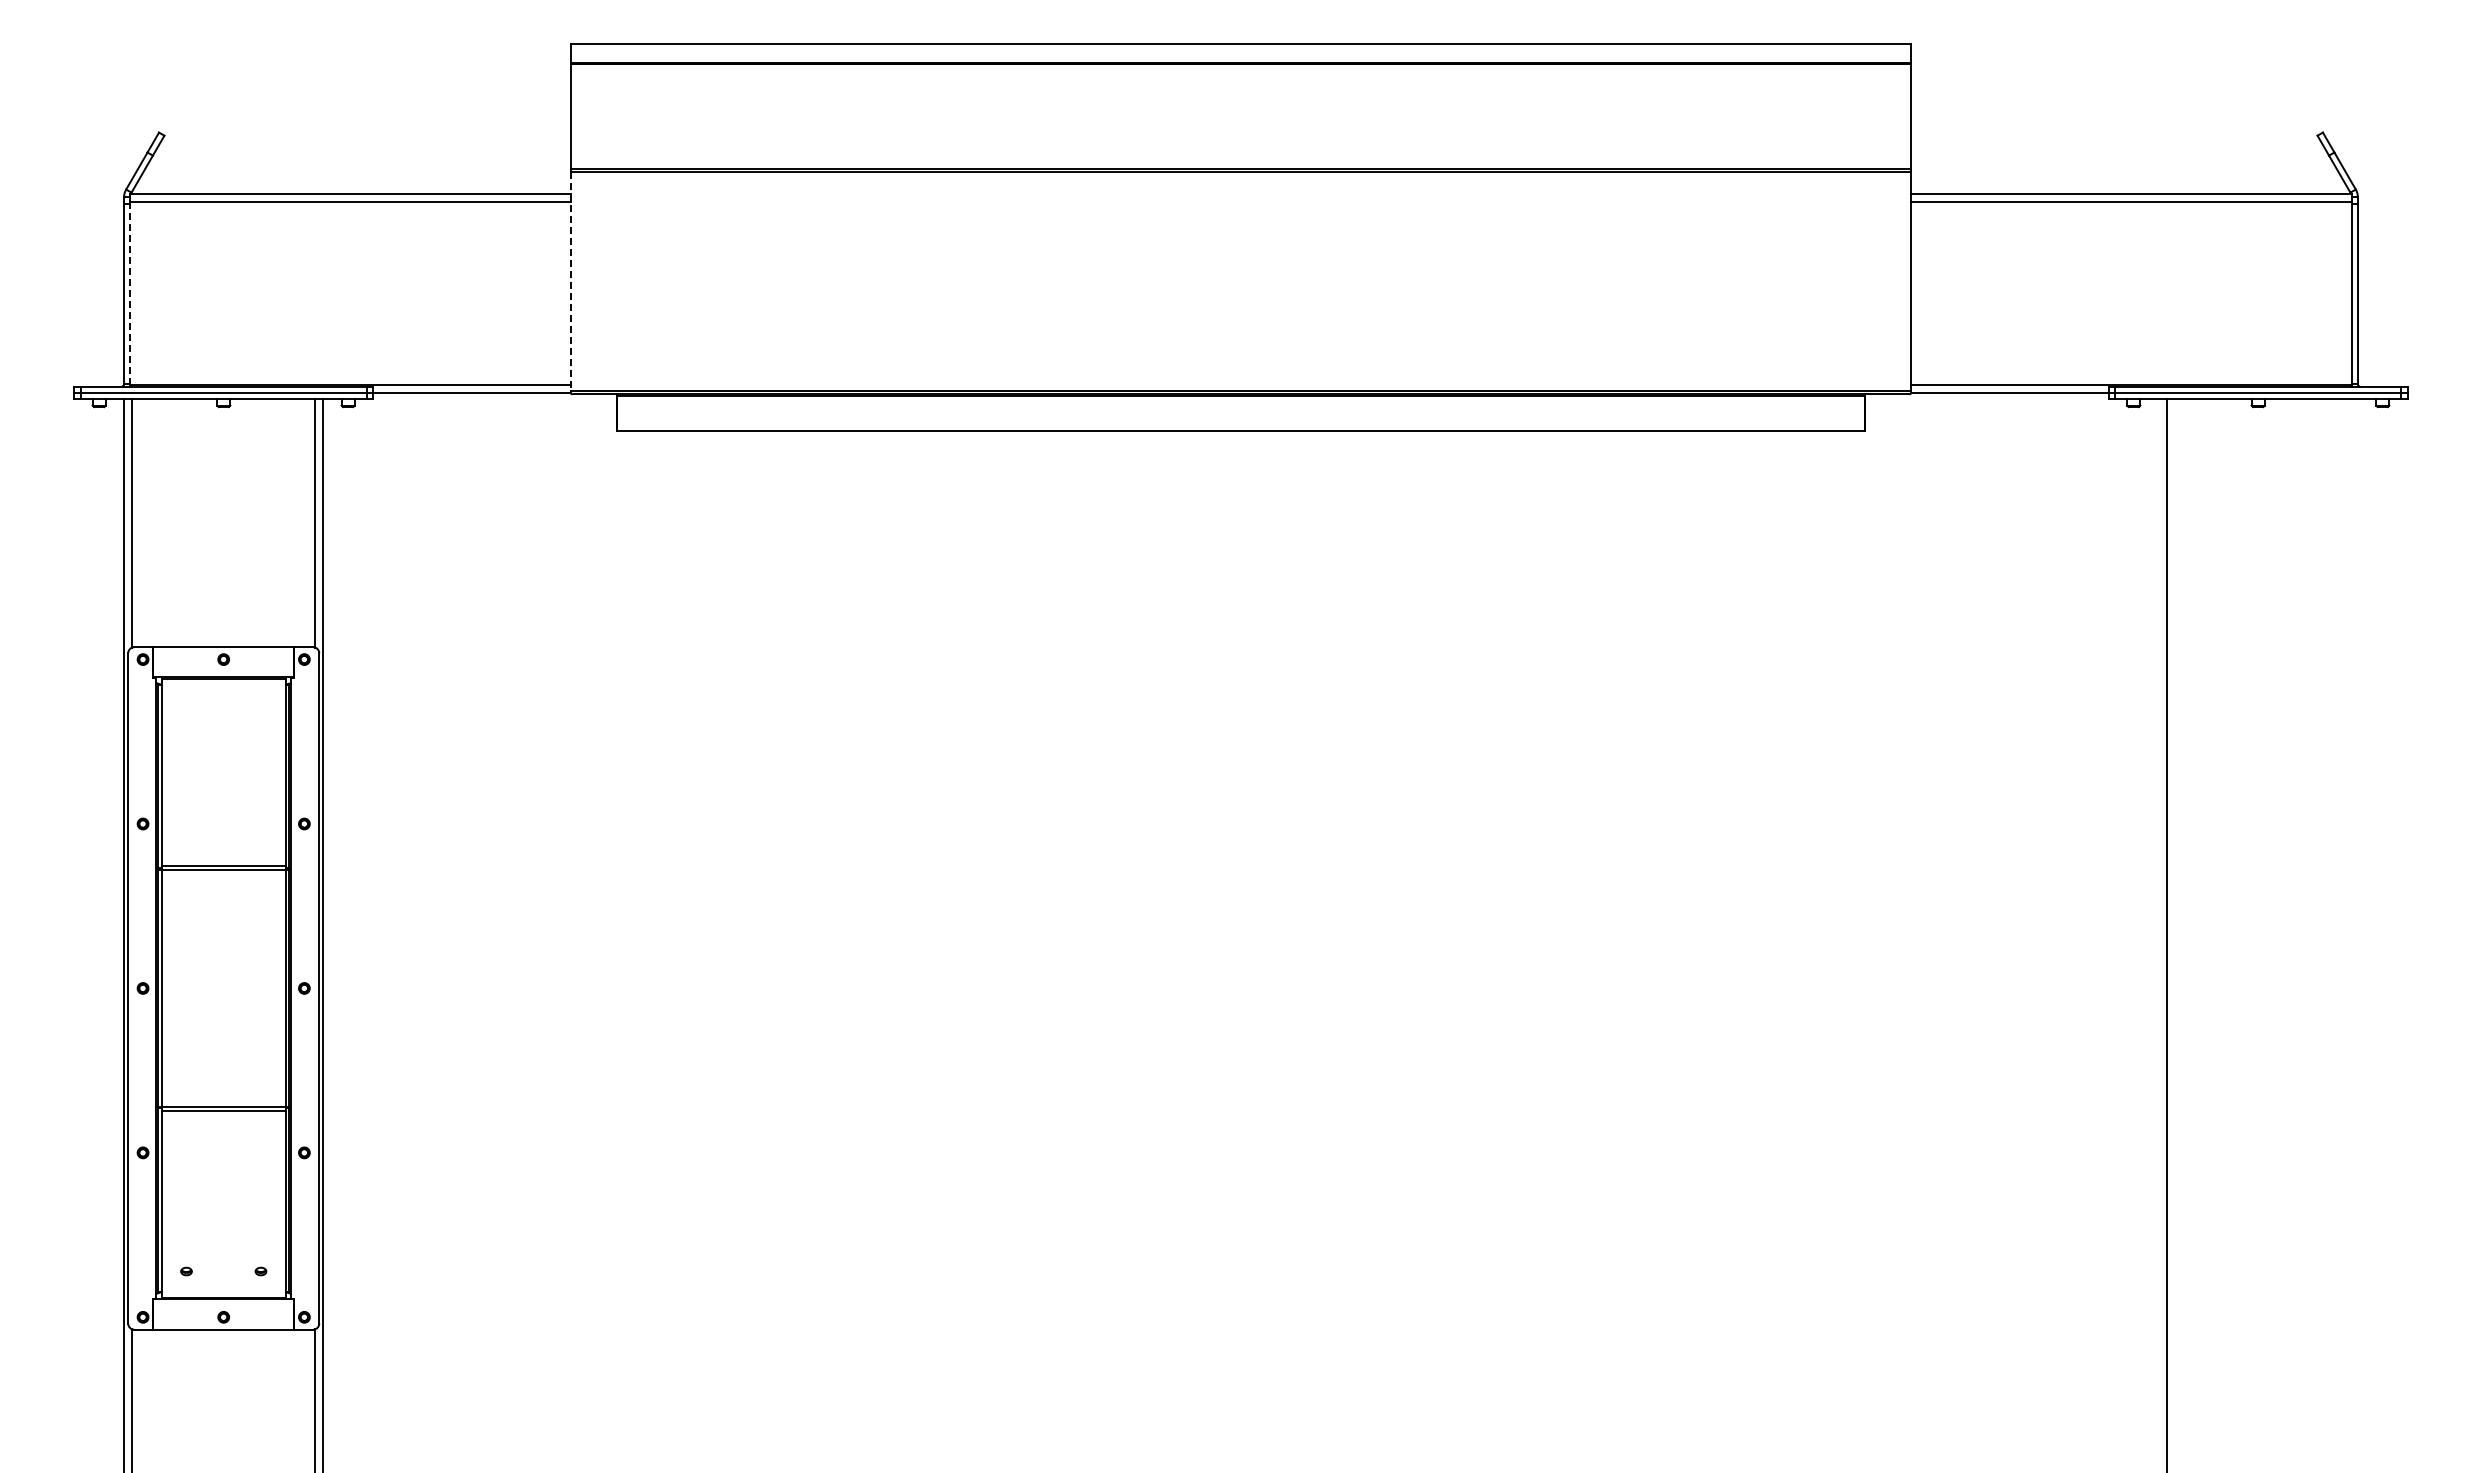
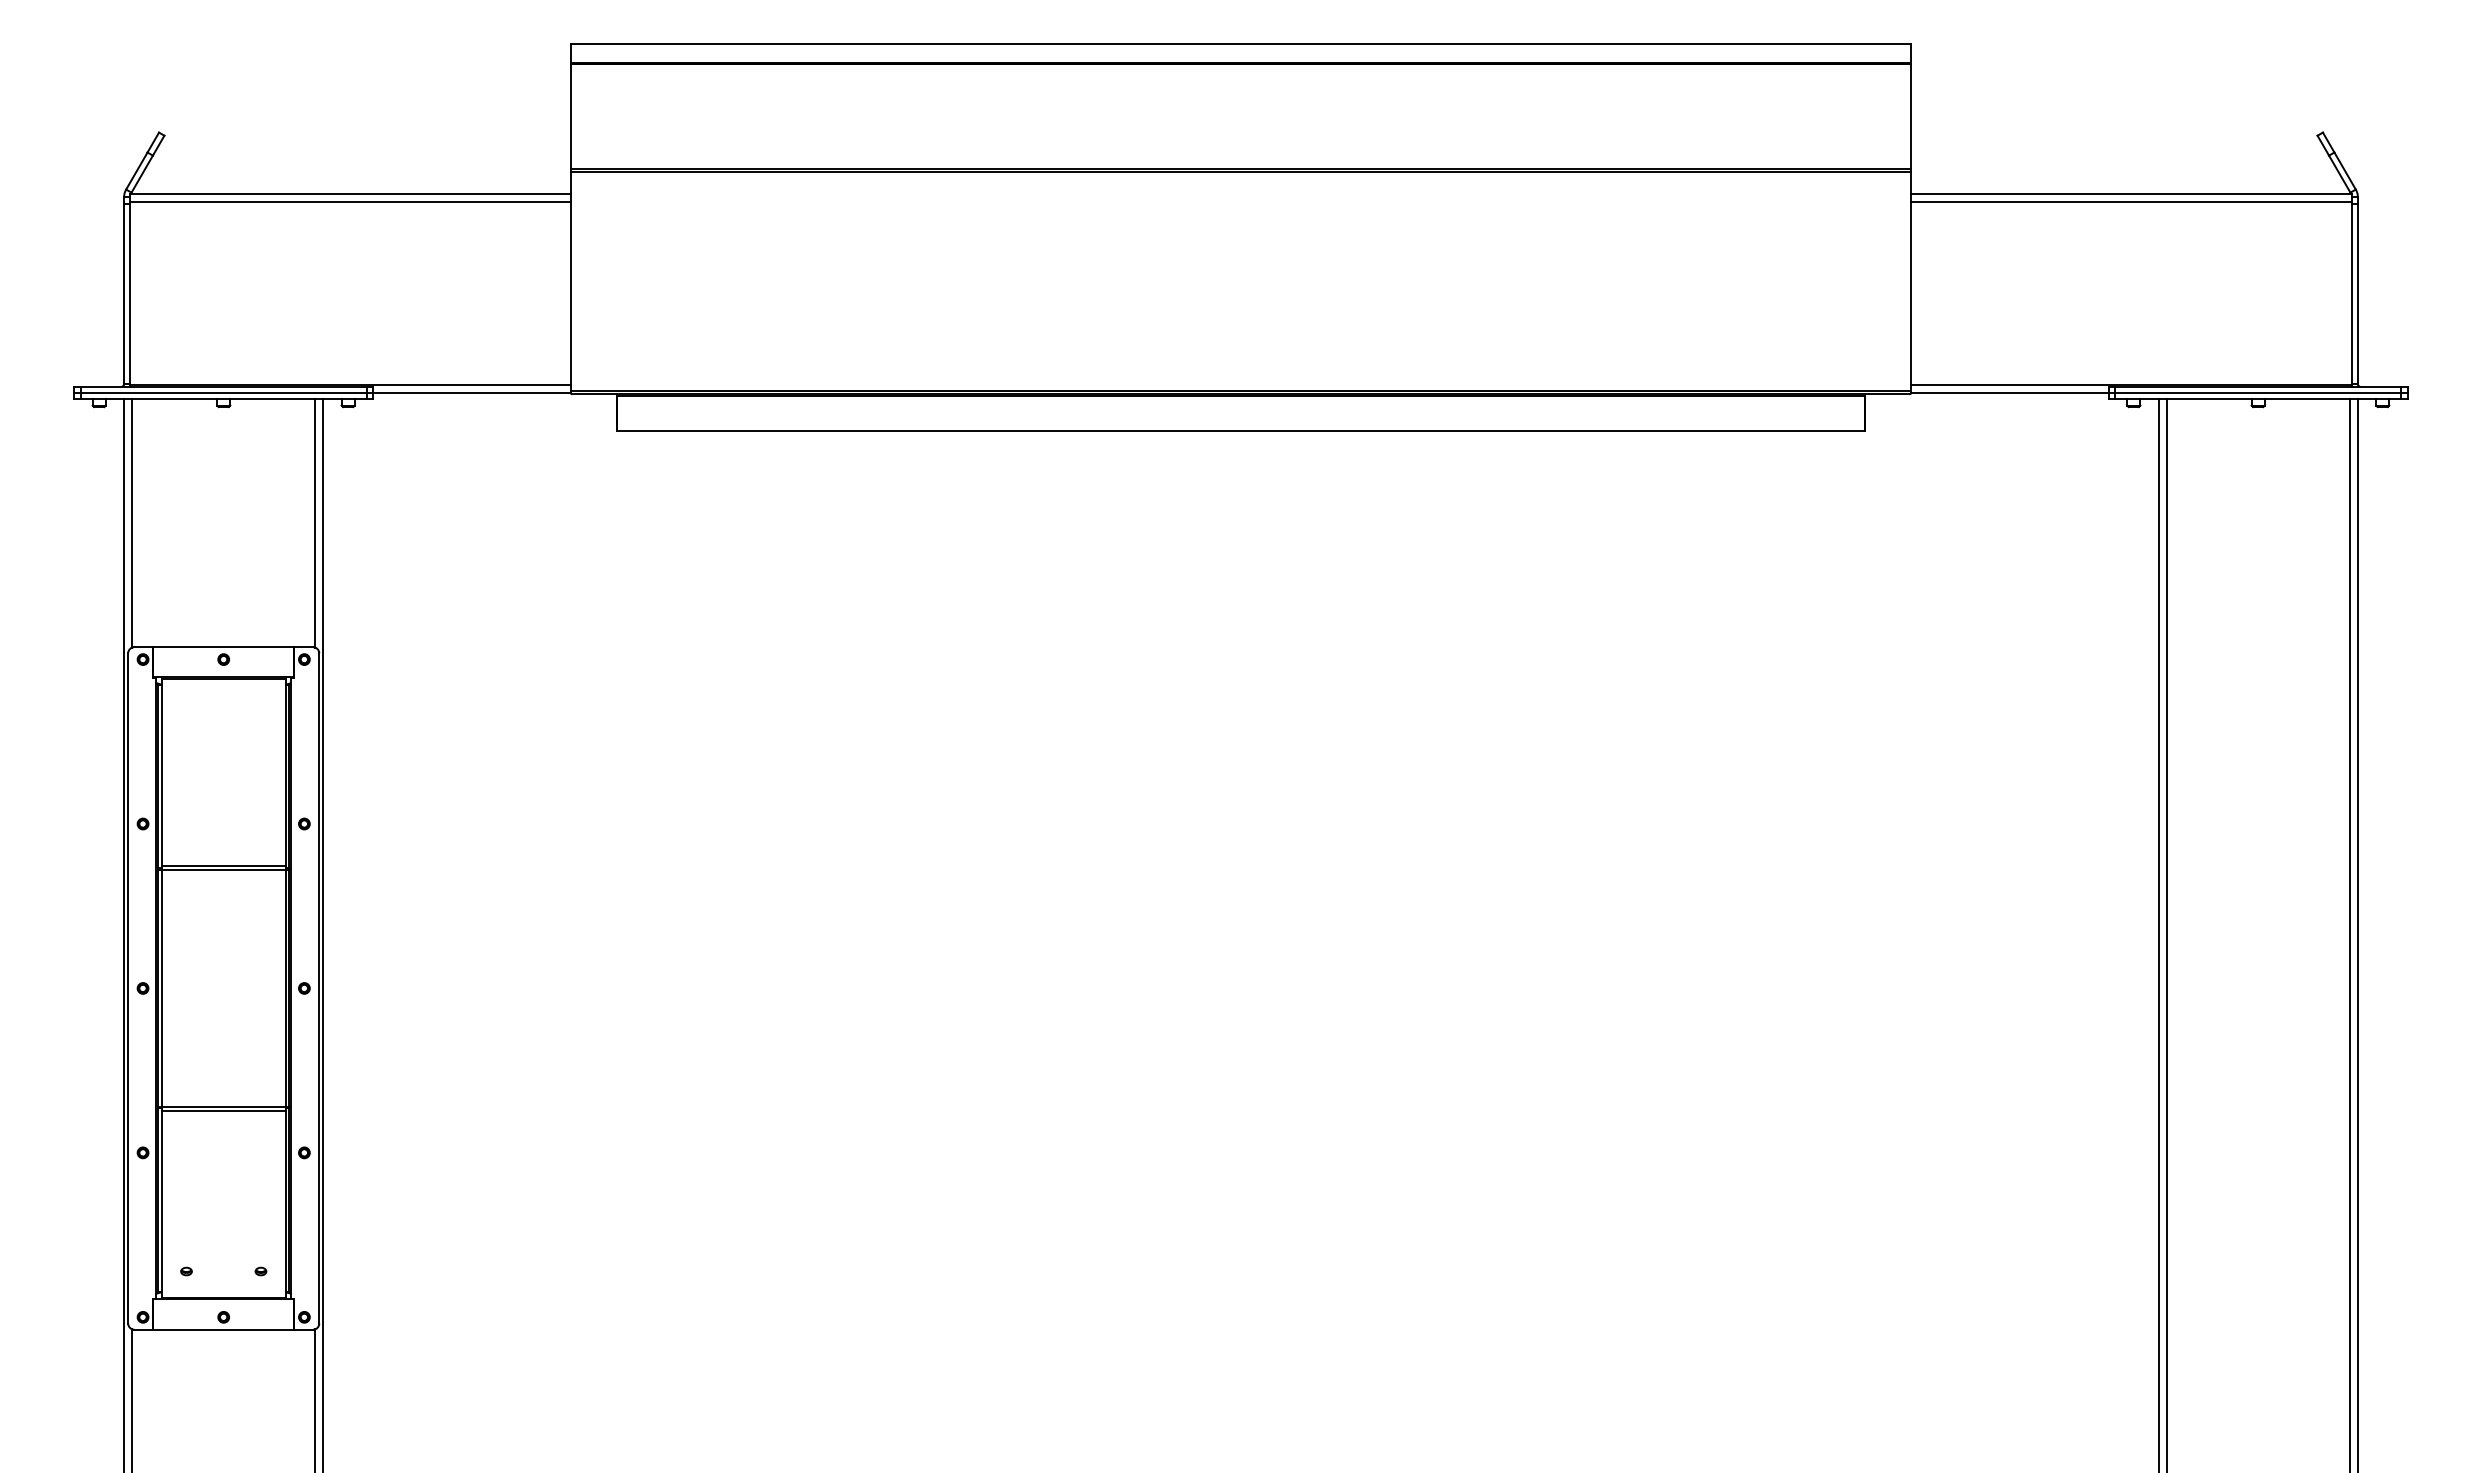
line at (570, 281): dashed -> solid
line at (130, 293): dashed -> solid
line at (2158, 933): none -> present
line at (2349, 933): none -> present
line at (2357, 933): none -> present
